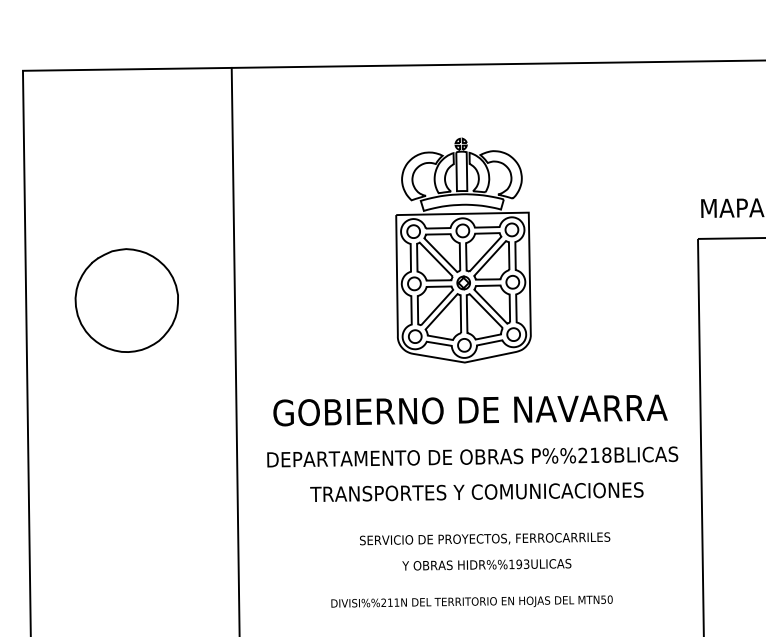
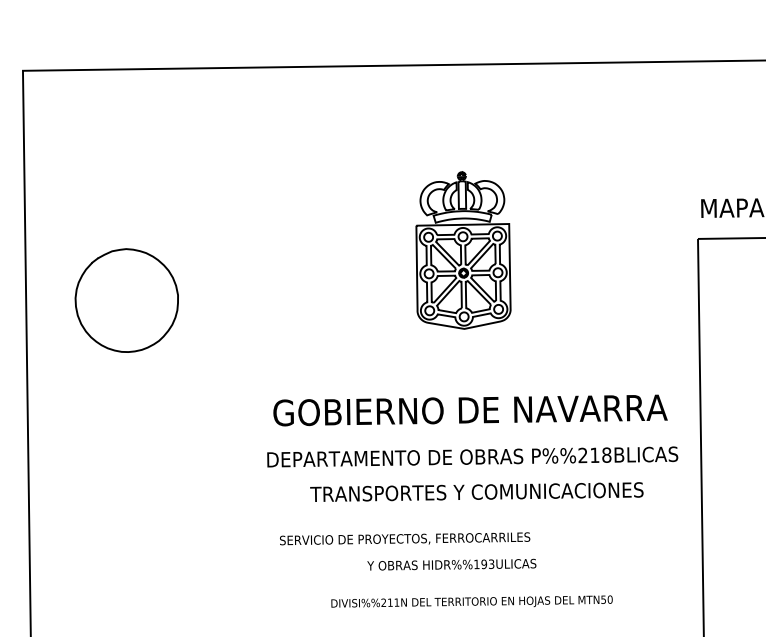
part at (463, 250) size: 137x227 px -> 97x159 px
line at (235, 350): present -> none
text at (485, 538) position: (485, 538) -> (405, 538)
text at (486, 564) position: (486, 564) -> (451, 564)
